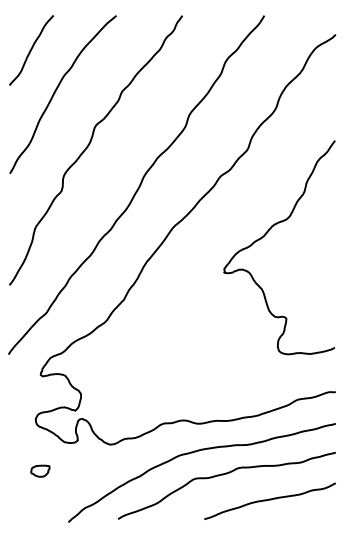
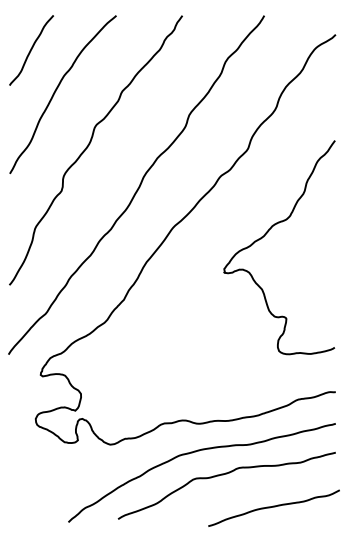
part at (40, 470): present -> none
curve at (269, 500) position: (269, 500) -> (273, 507)
